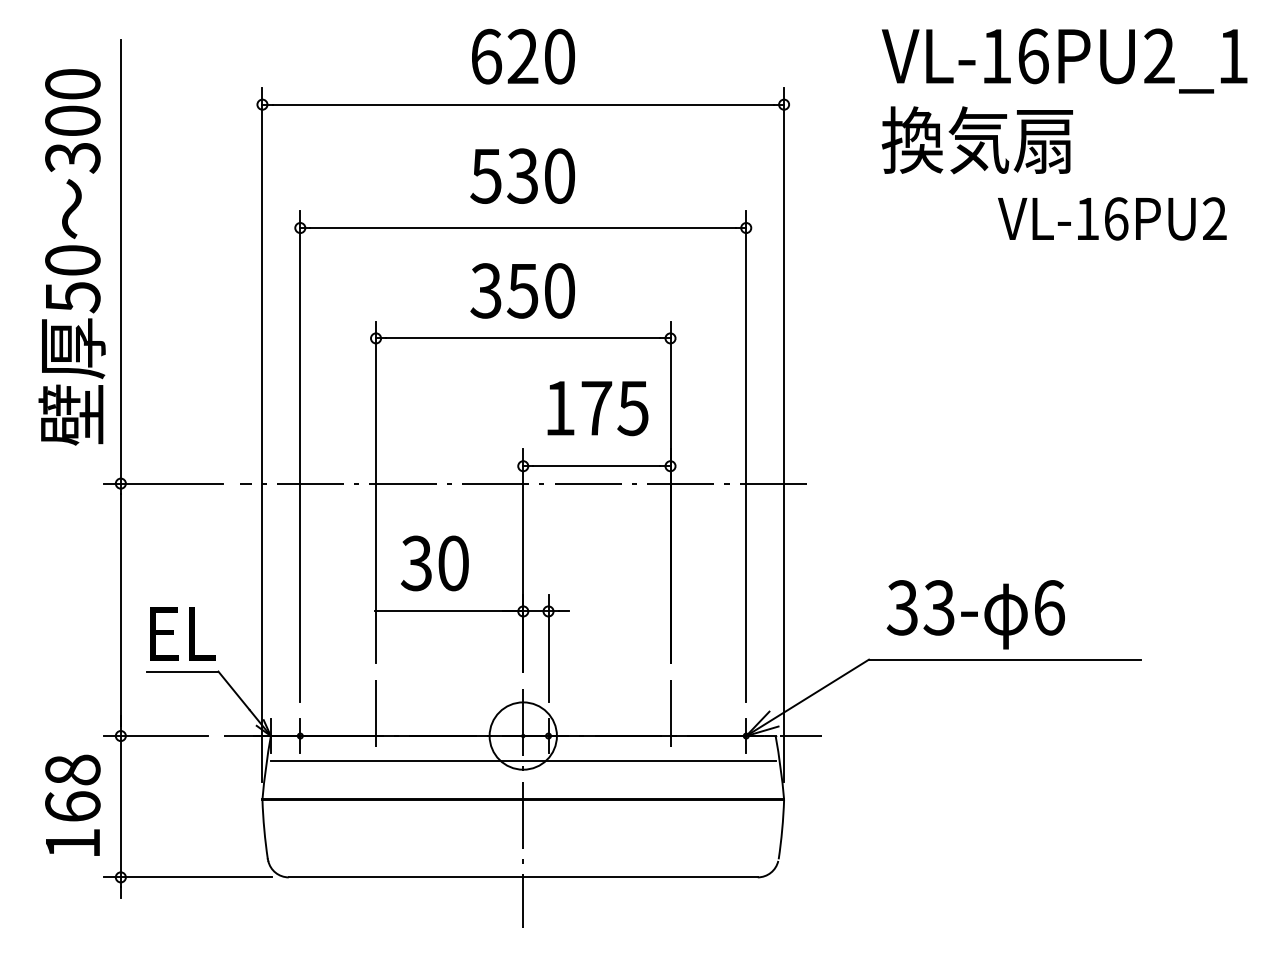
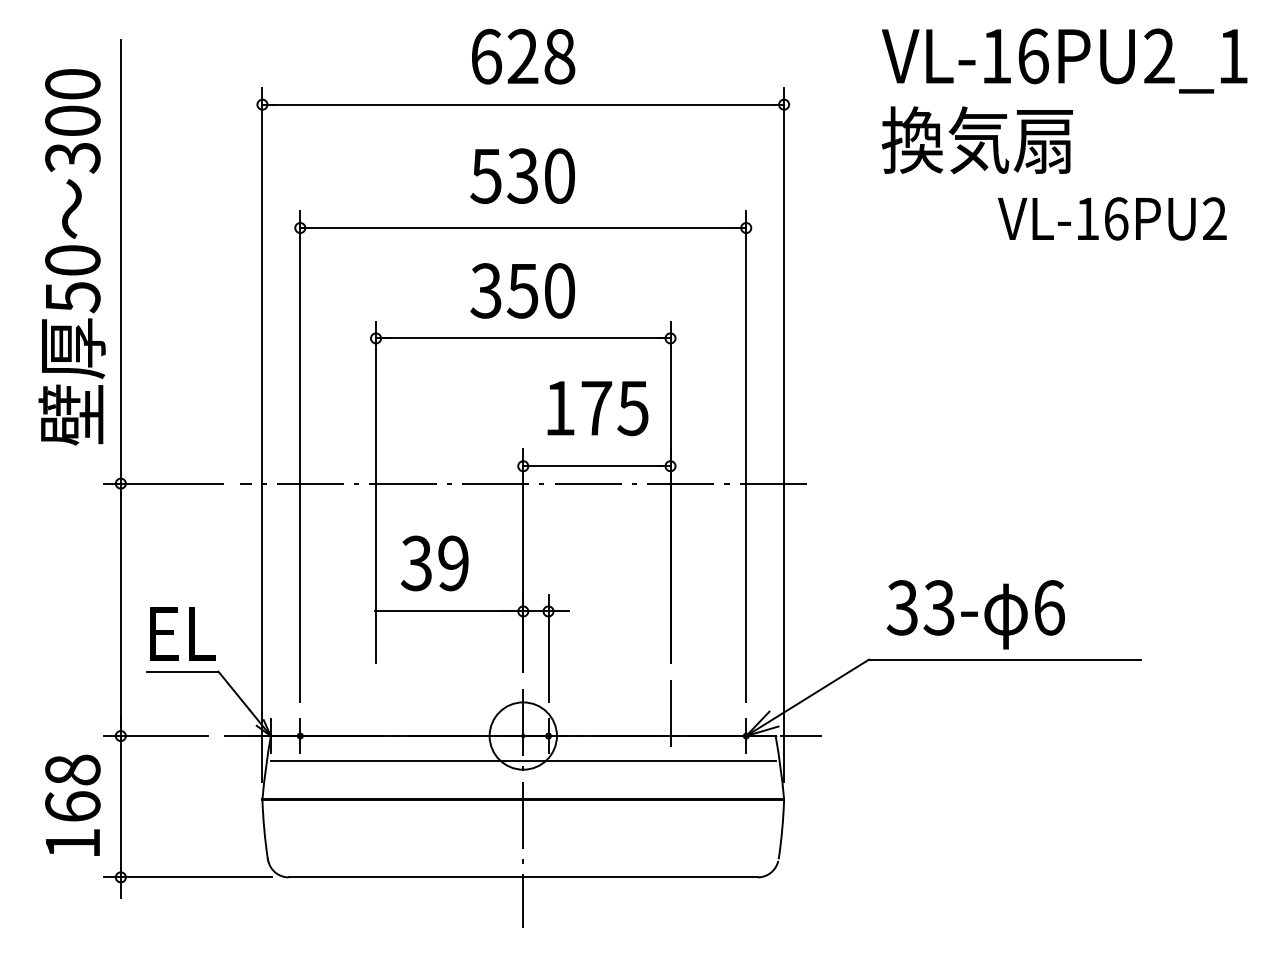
text at (559, 56): 620 -> 628
text at (453, 563): 30 -> 39
line at (376, 714): present -> none
